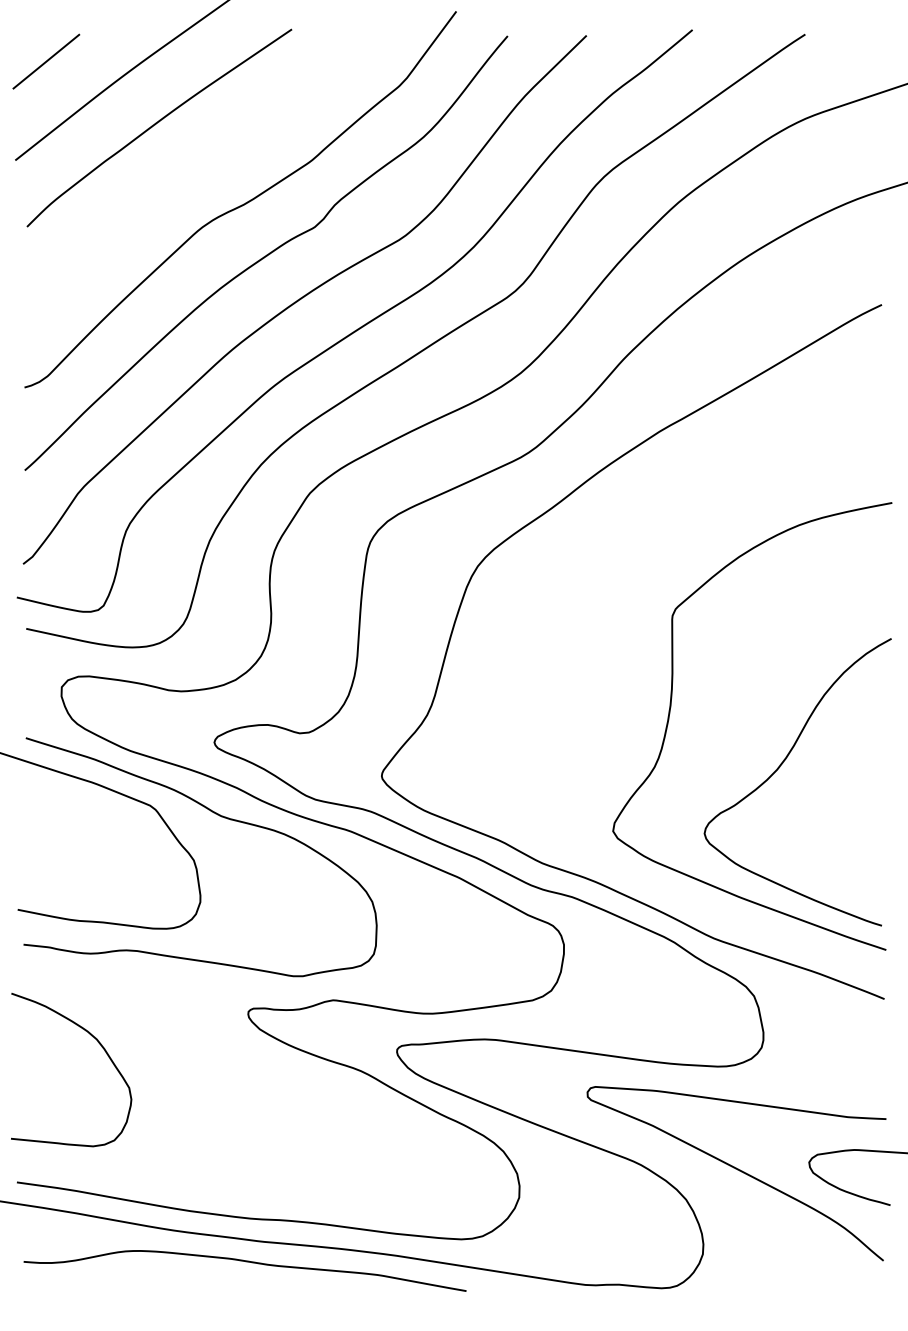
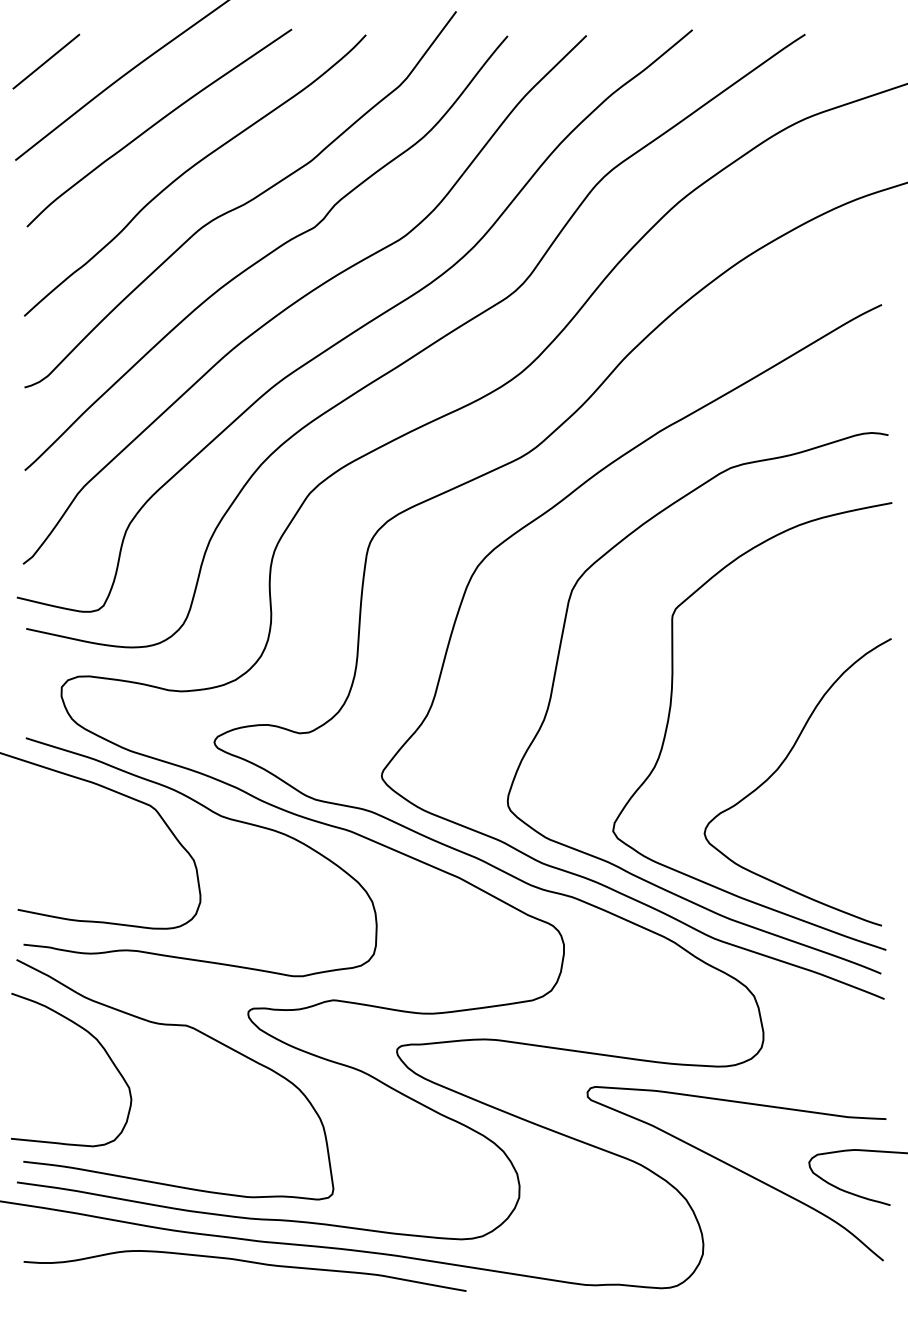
curve at (189, 170): none -> present
curve at (555, 677): none -> present
curve at (200, 1033): none -> present
